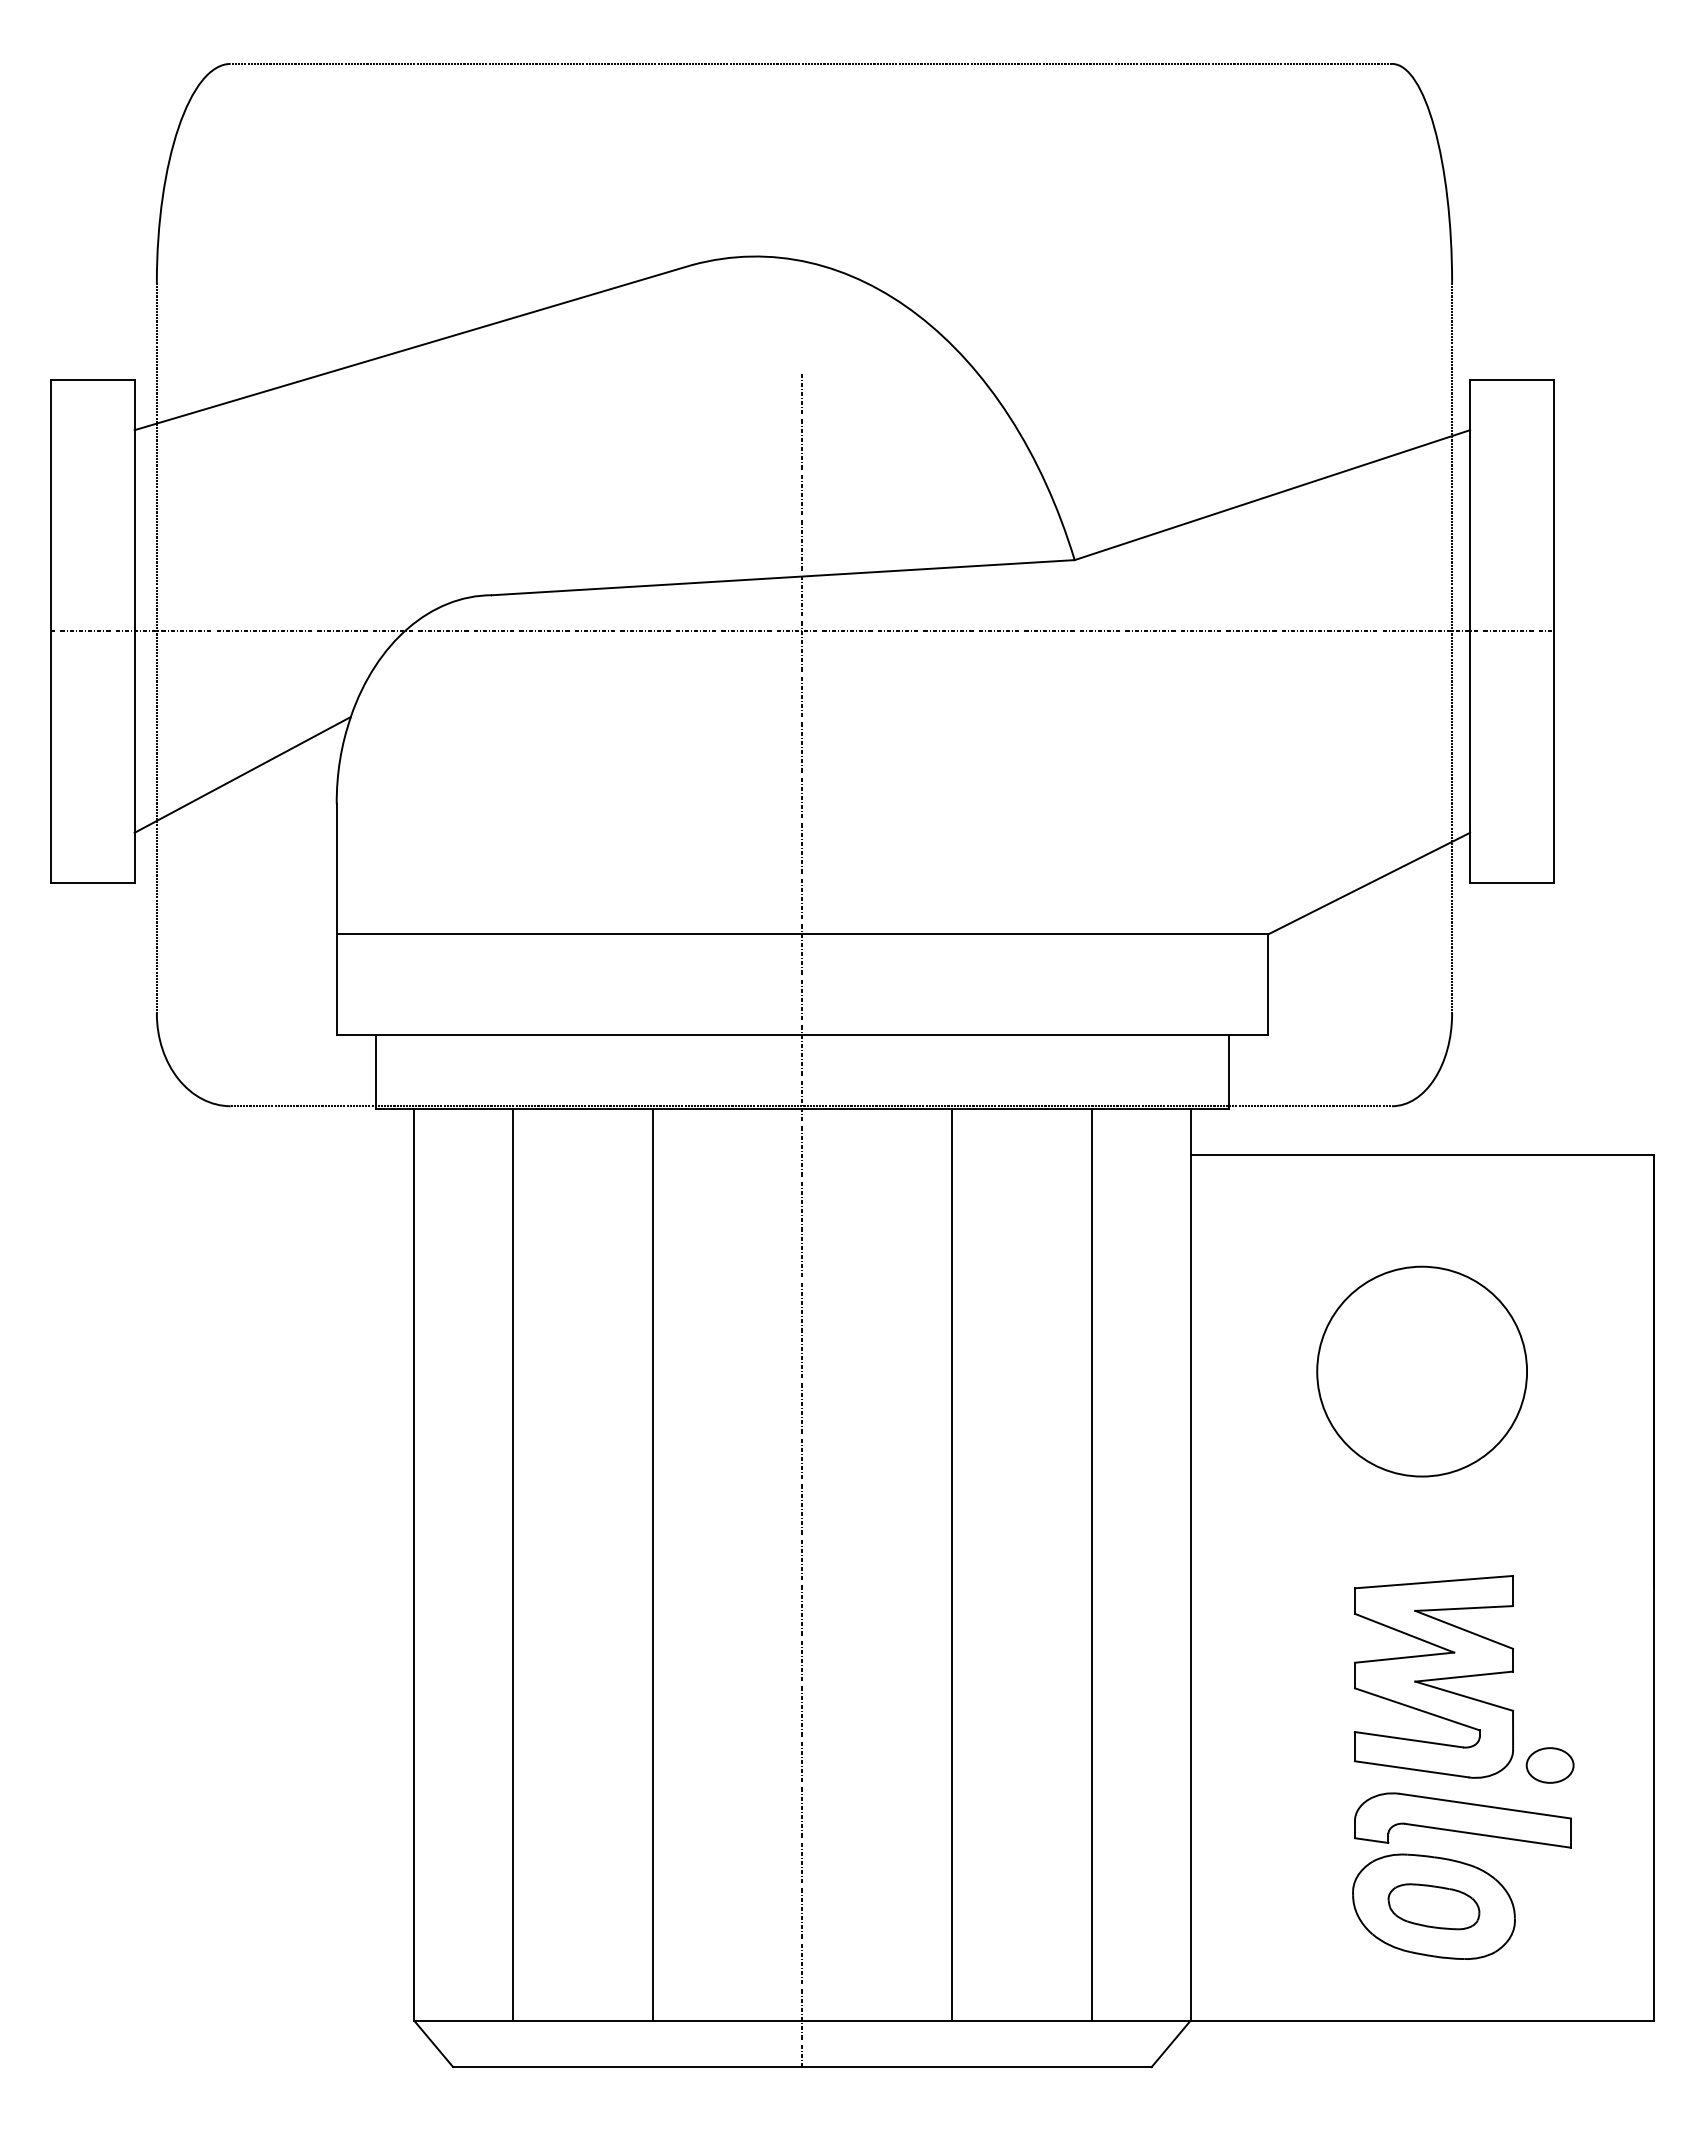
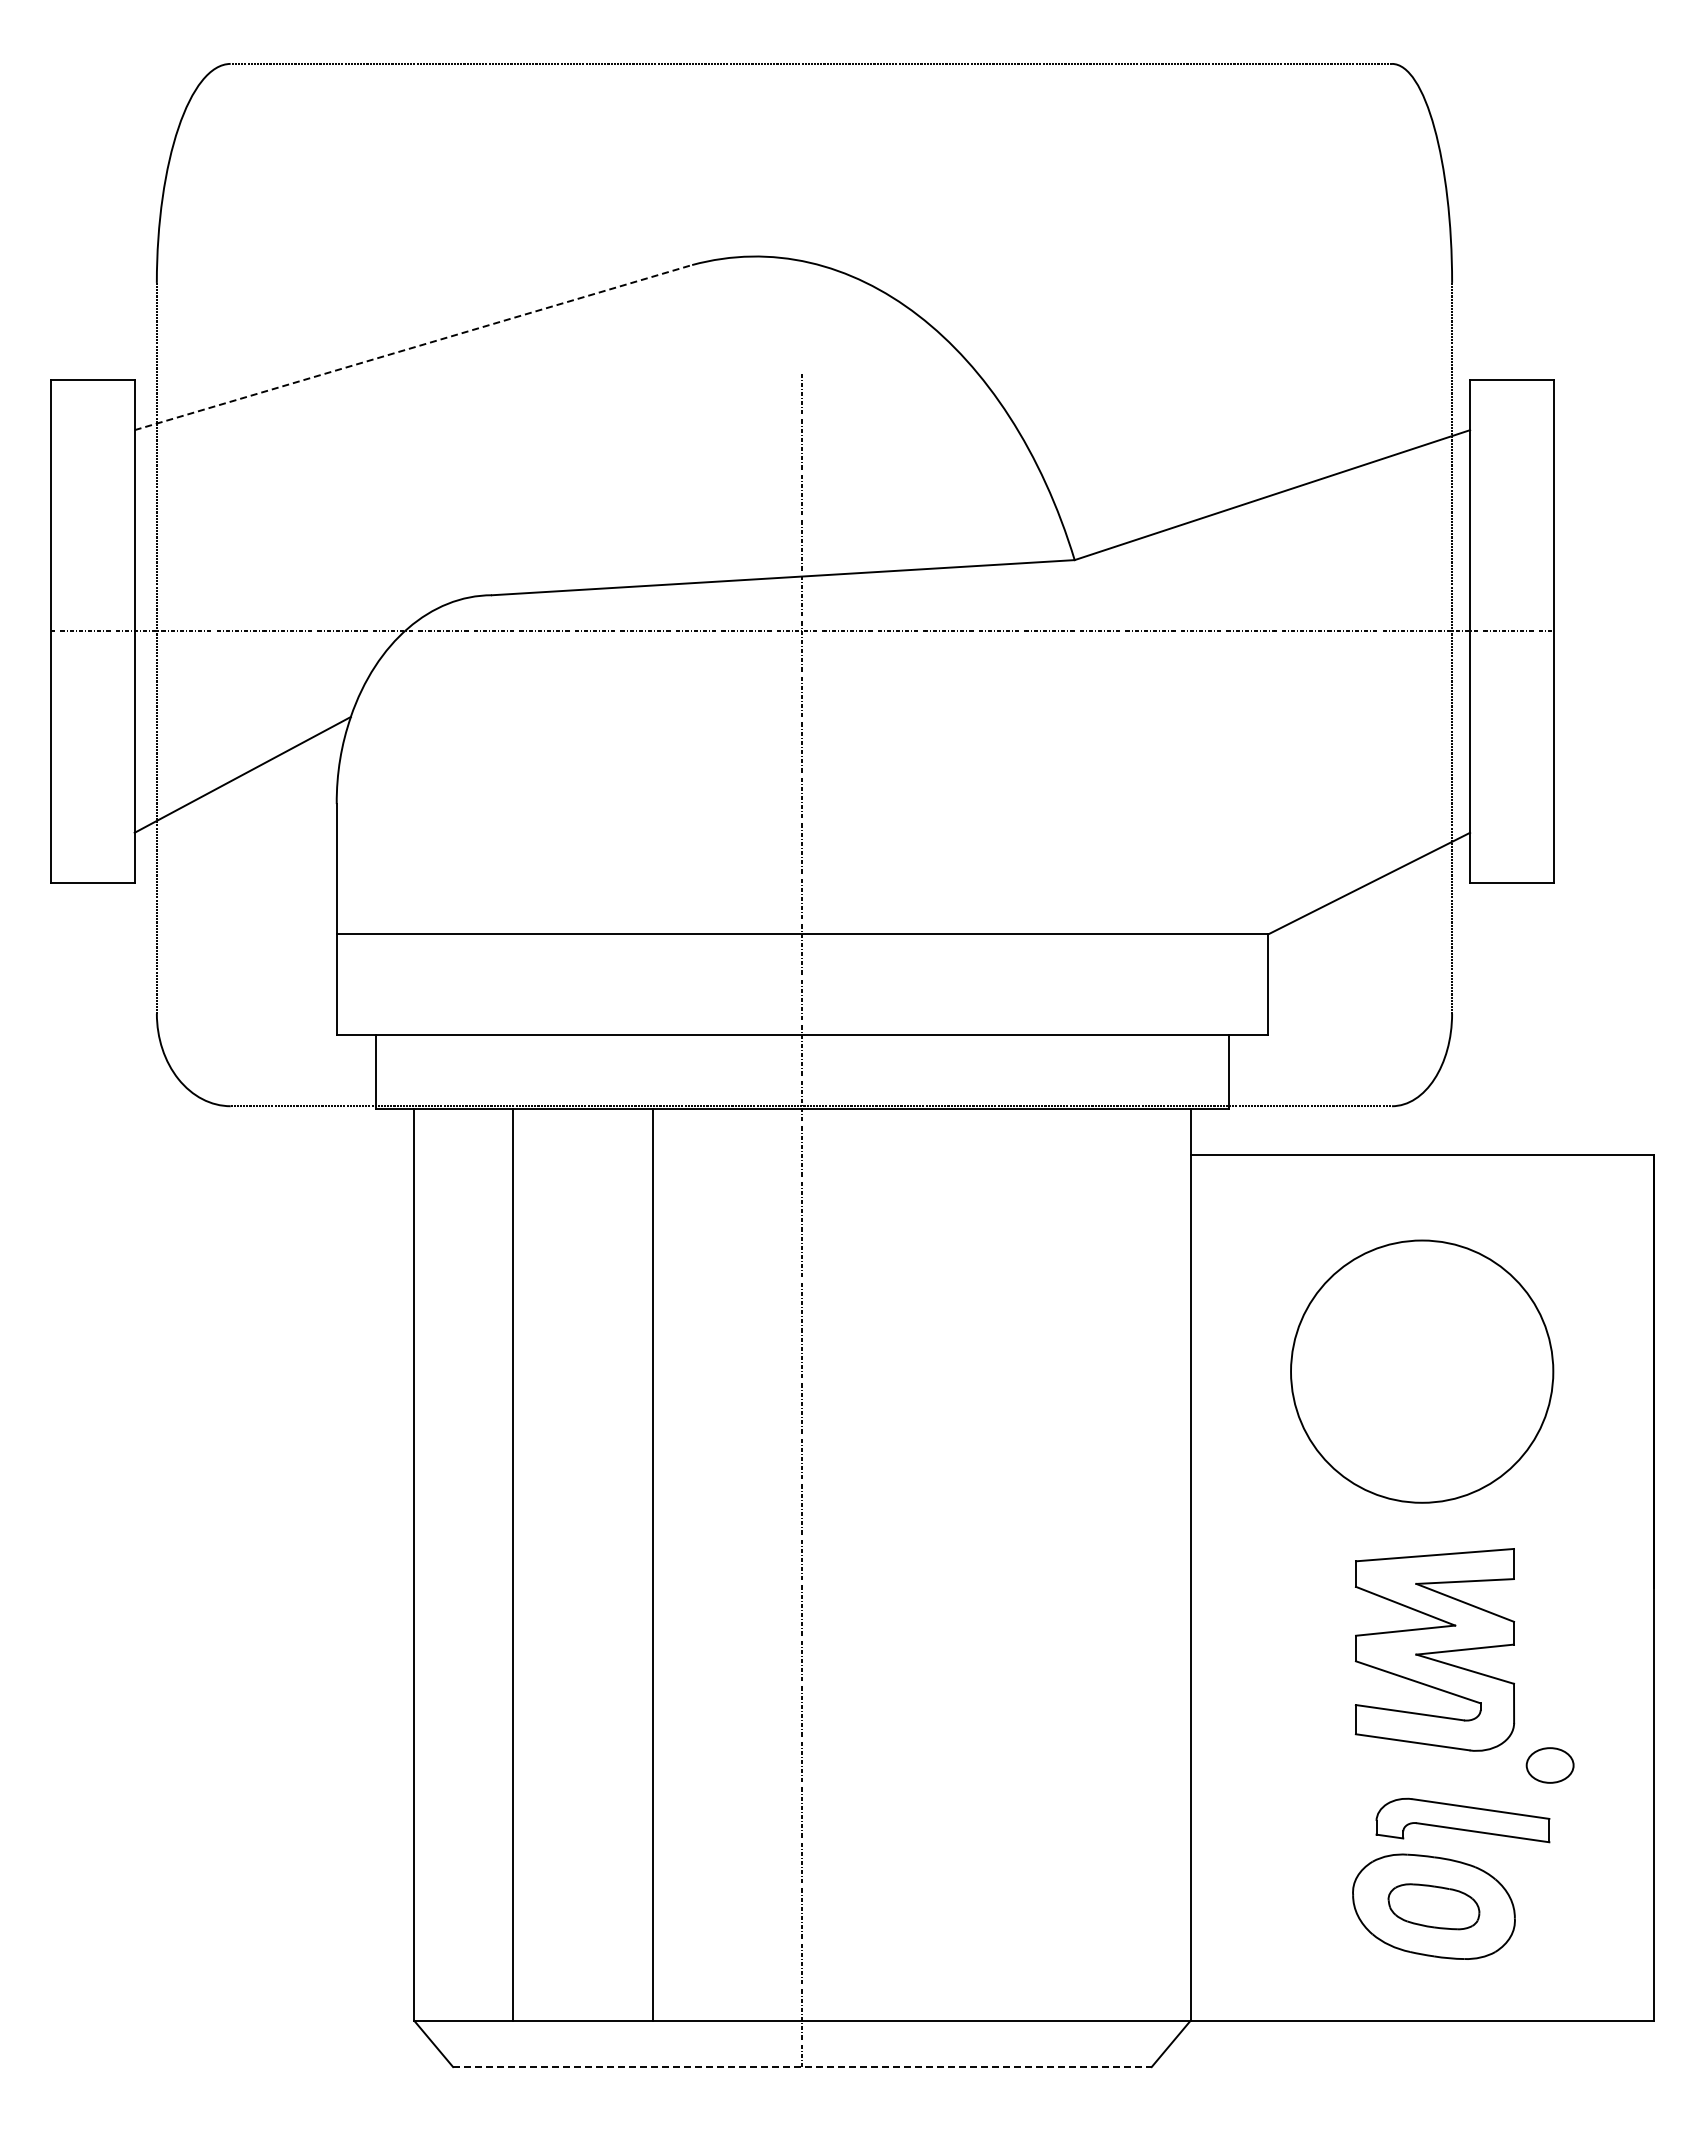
line at (413, 347): solid -> dashed
circle at (1421, 1371) size: 212x213 px -> 265x265 px
line at (951, 1564): present -> none
line at (1091, 1564): present -> none
part at (1433, 1676) position: (1433, 1676) -> (1434, 1649)
part at (1462, 1820) size: 218x57 px -> 176x47 px
line at (802, 2067): solid -> dashed
